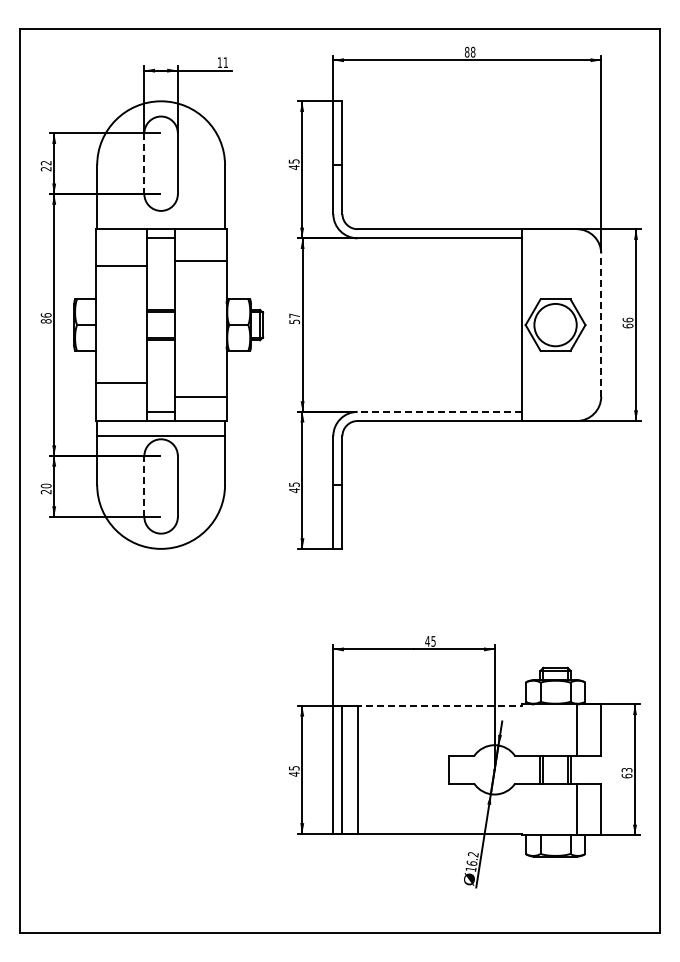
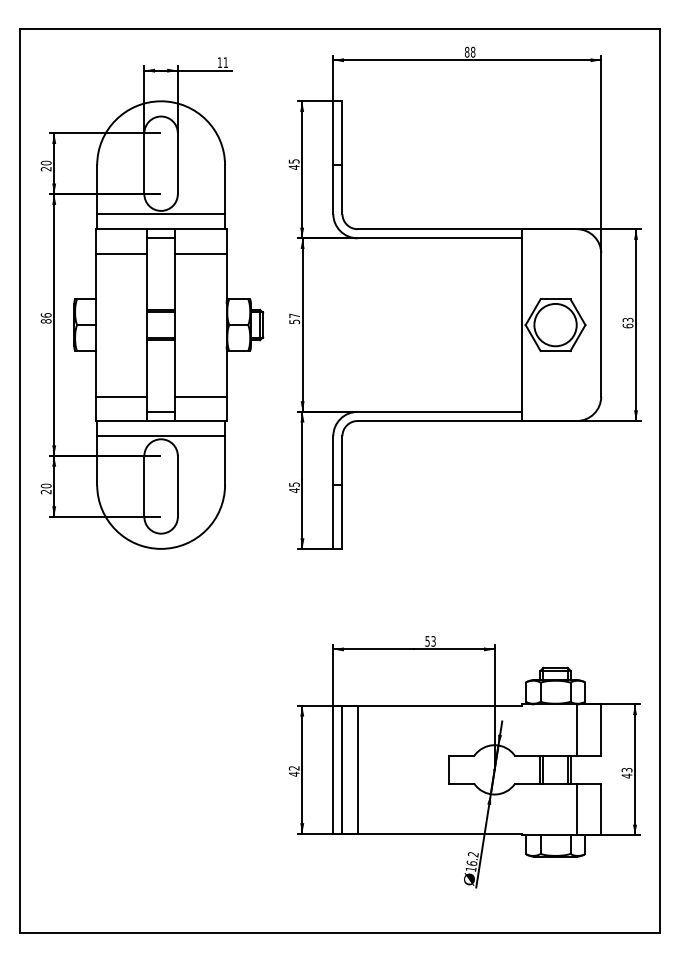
text at (46, 162): 22 -> 20
line at (144, 164): dashed -> solid
line at (161, 213): none -> present
line at (200, 260) position: (200, 260) -> (200, 253)
line at (121, 265) position: (121, 265) -> (121, 253)
text at (627, 319): 66 -> 63
line at (601, 325): dashed -> solid
line at (121, 382) position: (121, 382) -> (121, 396)
line at (439, 411): dashed -> solid
line at (144, 485): dashed -> solid
text at (430, 641): 45 -> 53
line at (428, 705): dashed -> solid
text at (293, 768): 45 -> 42
text at (626, 775): 63 -> 43
